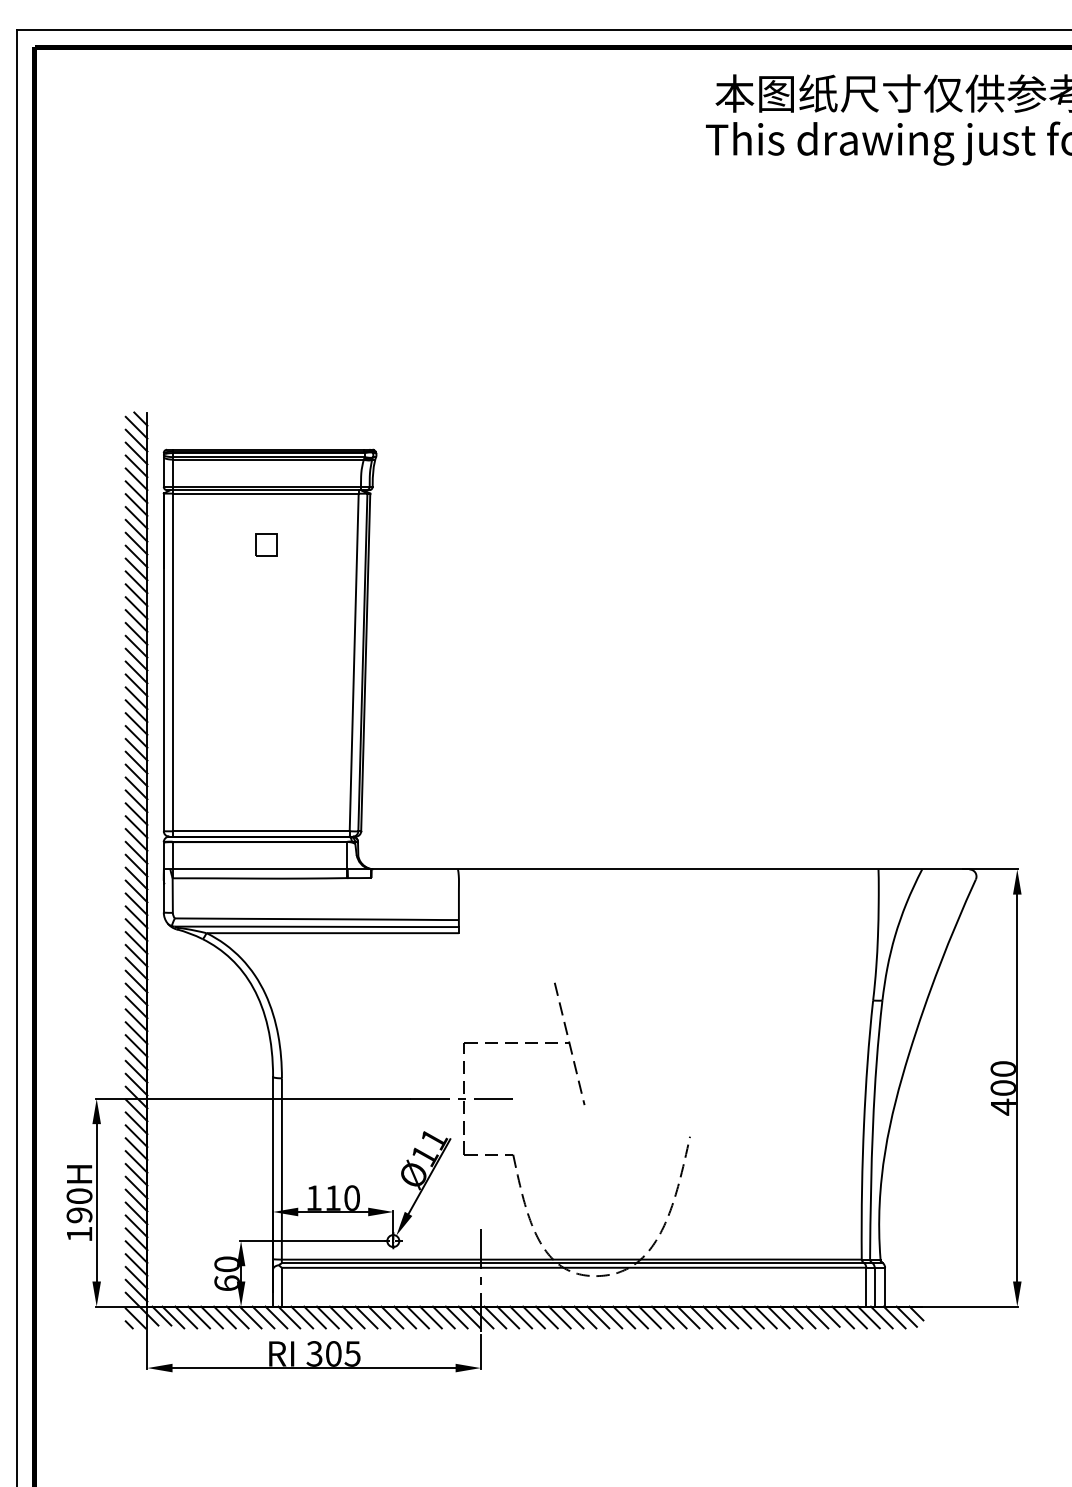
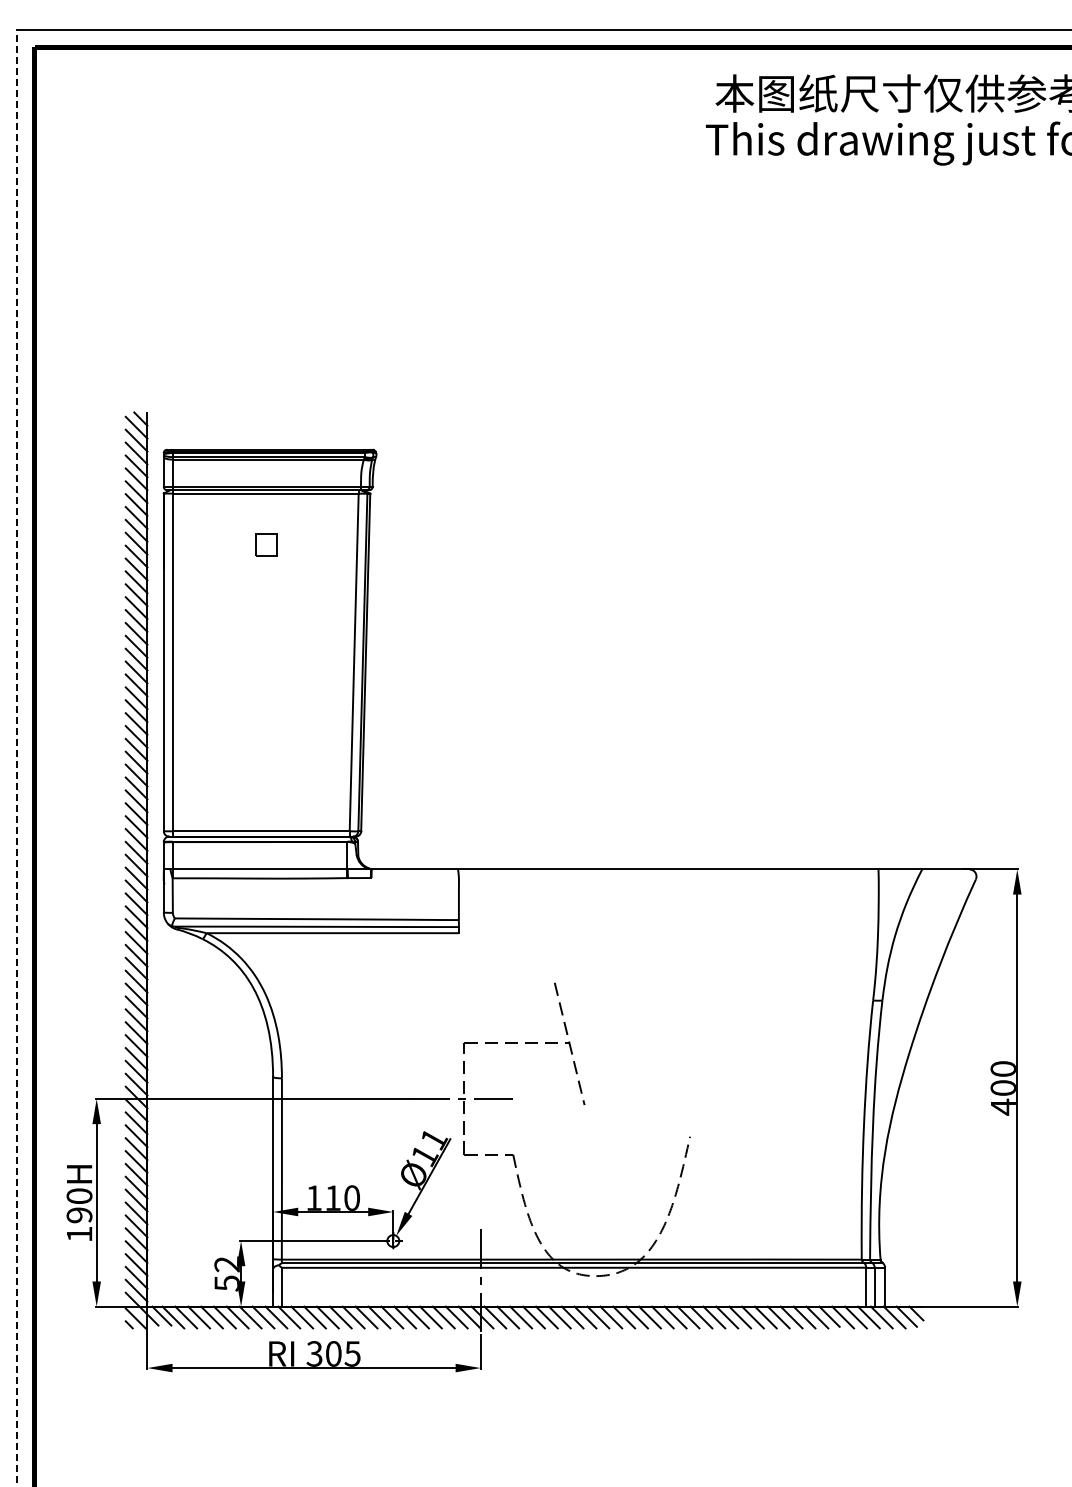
line at (17, 757): solid -> dashed
text at (226, 1273): 60 -> 52
